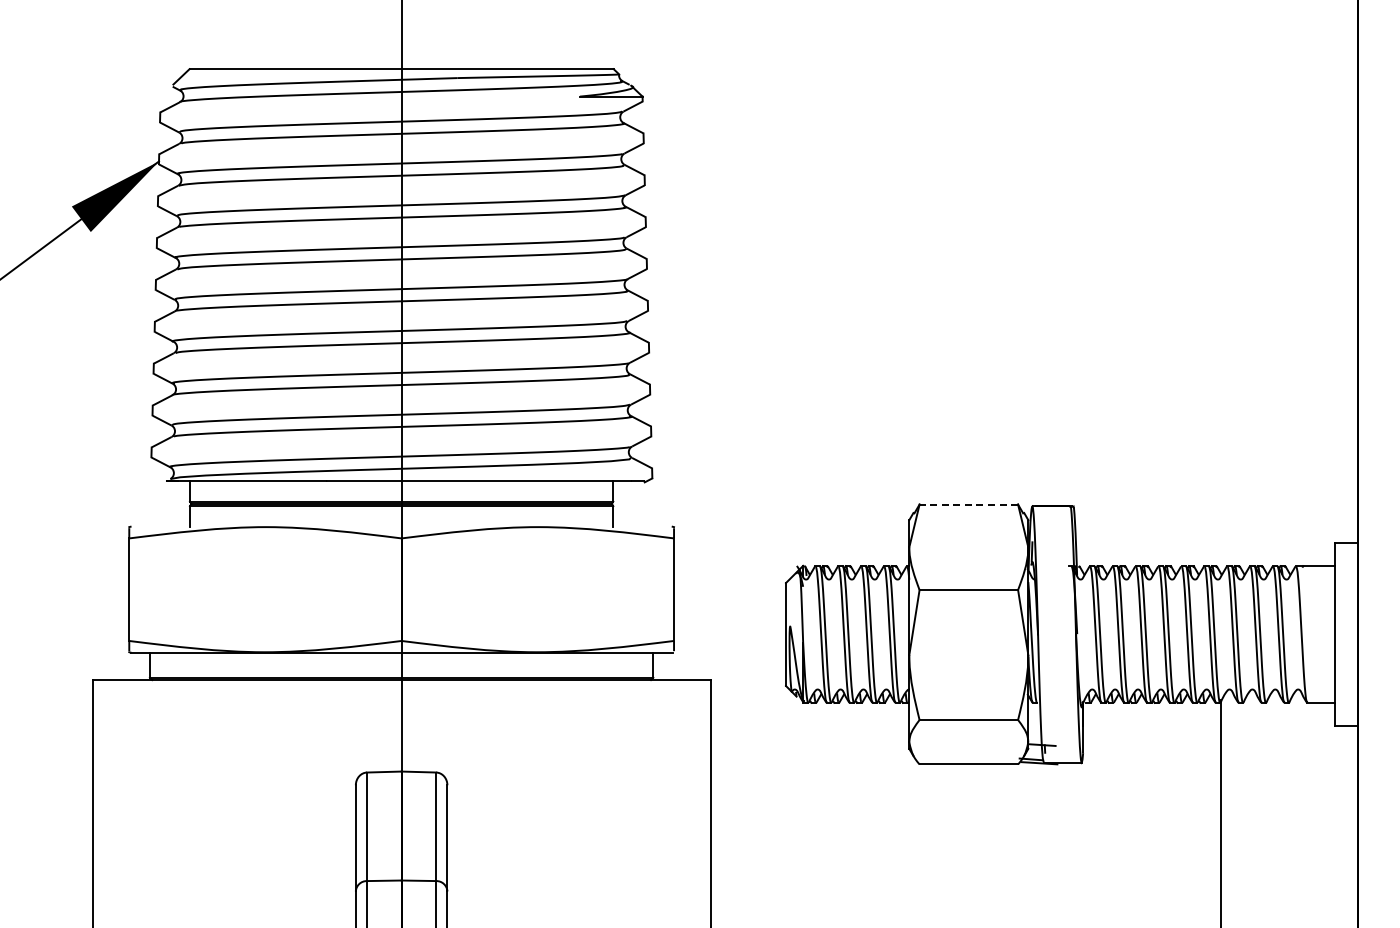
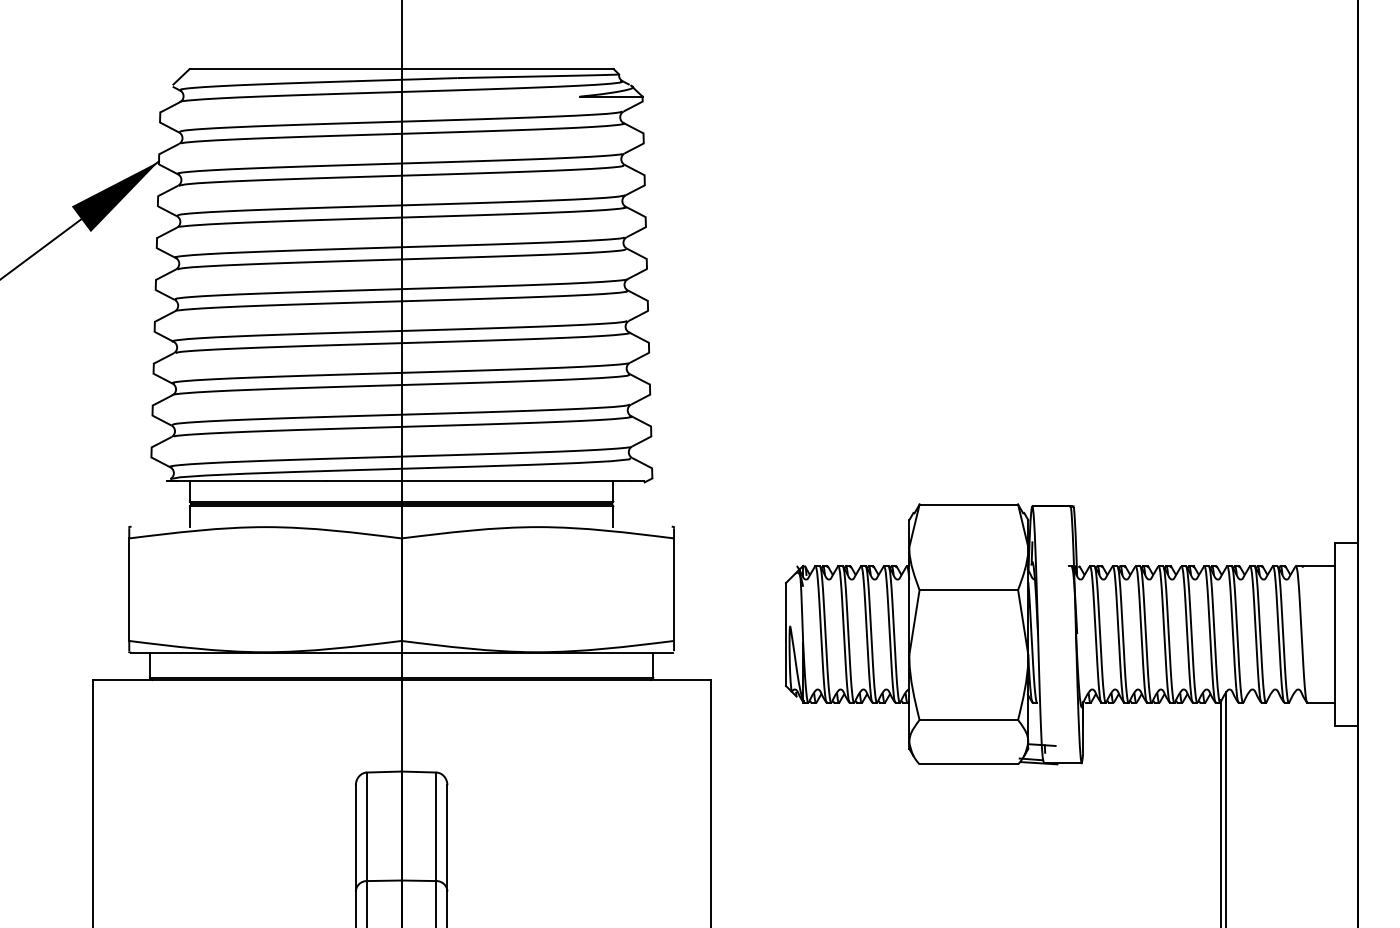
line at (968, 504): dashed -> solid
line at (1226, 807): none -> present
